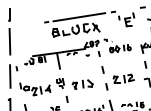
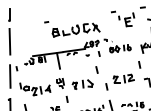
line at (79, 17): present -> none
line at (145, 64) position: (145, 64) -> (139, 64)
line at (102, 69) position: (102, 69) -> (96, 69)
